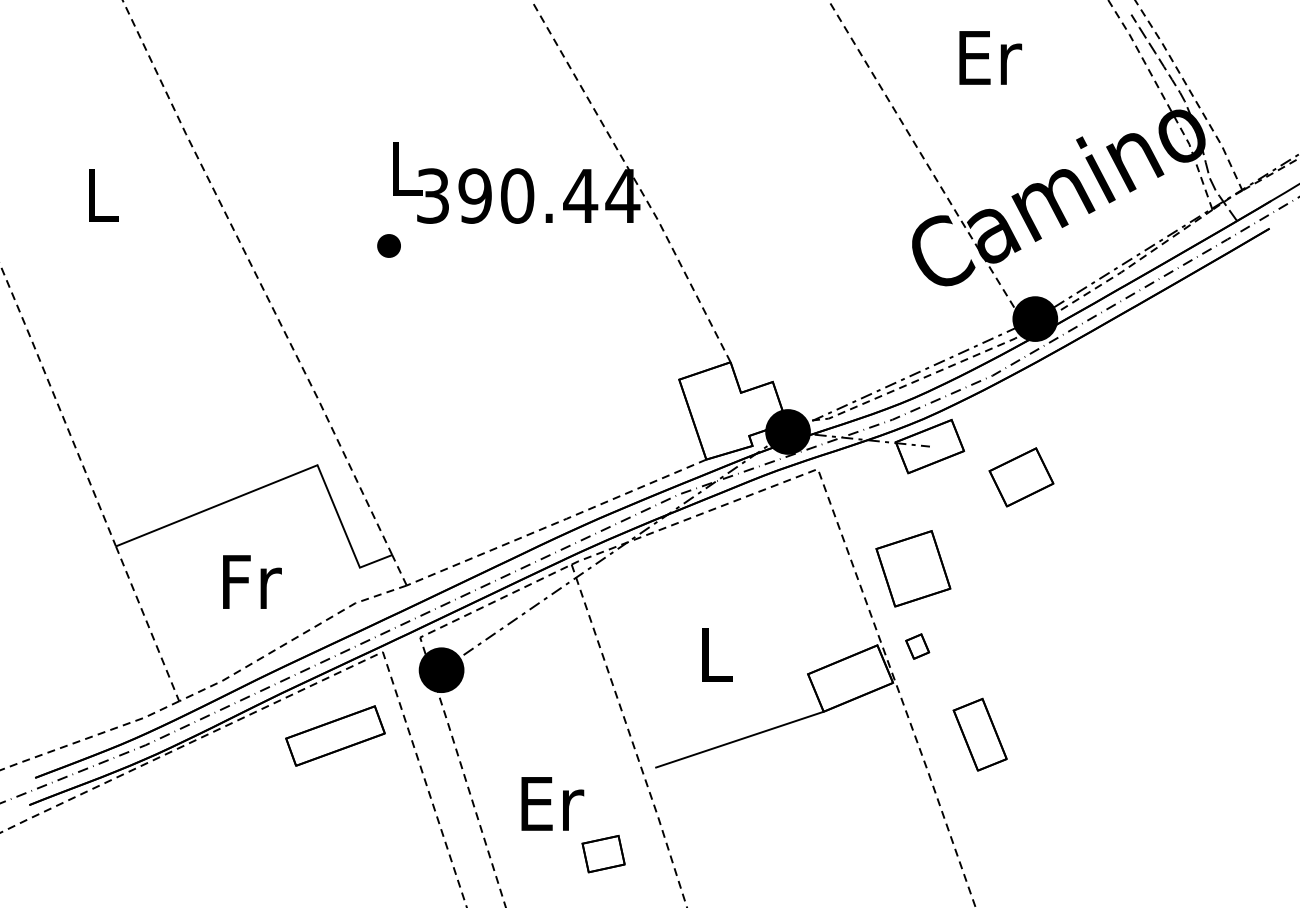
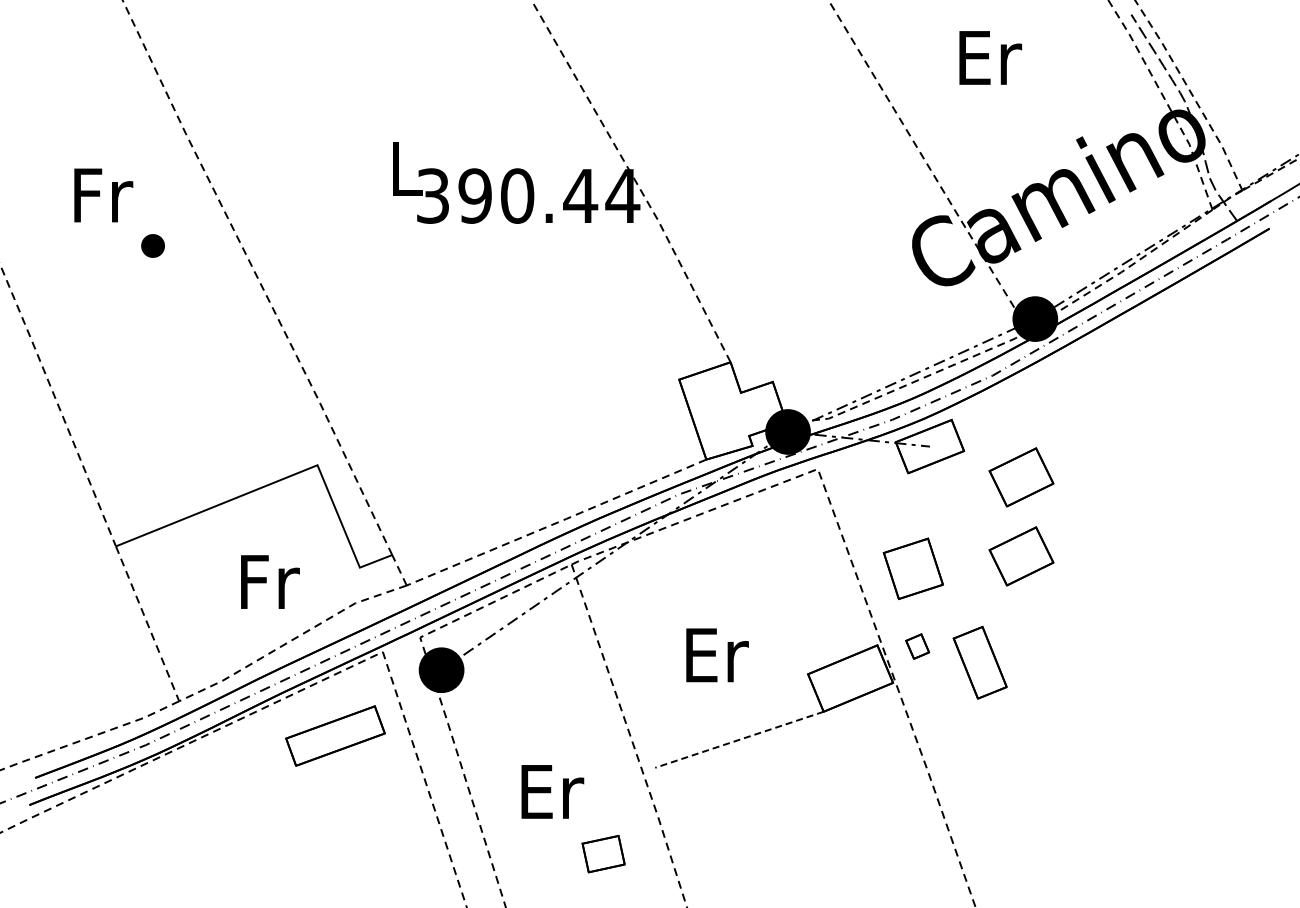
text at (103, 195): L -> Fr
part at (388, 245) position: (388, 245) -> (152, 245)
part at (1021, 556): none -> present
part at (913, 568) size: 77x78 px -> 62x64 px
text at (252, 581) position: (252, 581) -> (270, 581)
text at (717, 655): L -> Er
part at (979, 734) position: (979, 734) -> (979, 662)
line at (739, 739): solid -> dashed
text at (552, 803) position: (552, 803) -> (552, 791)
